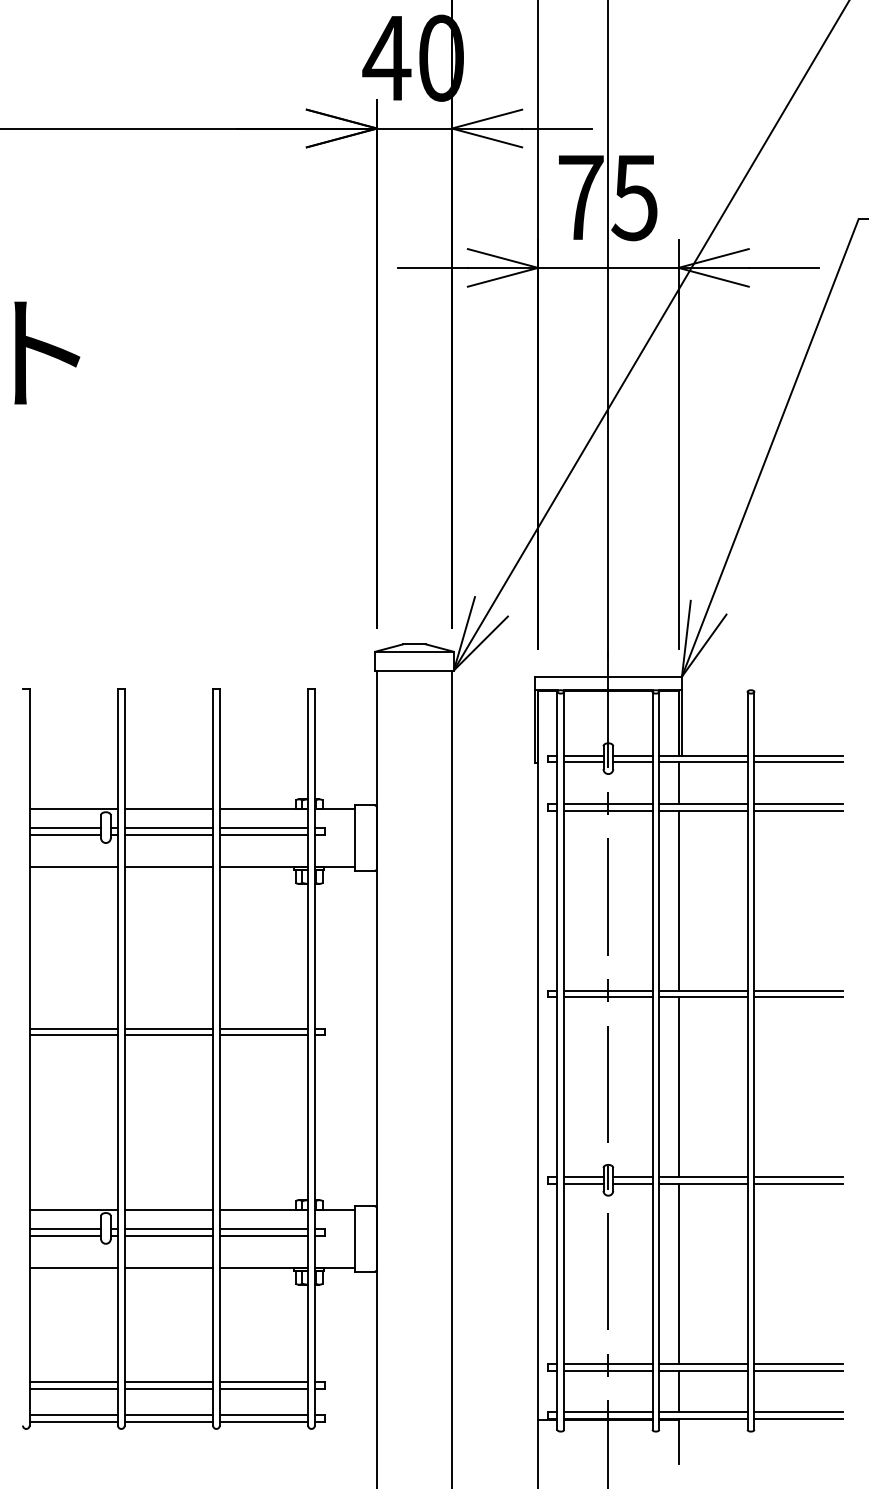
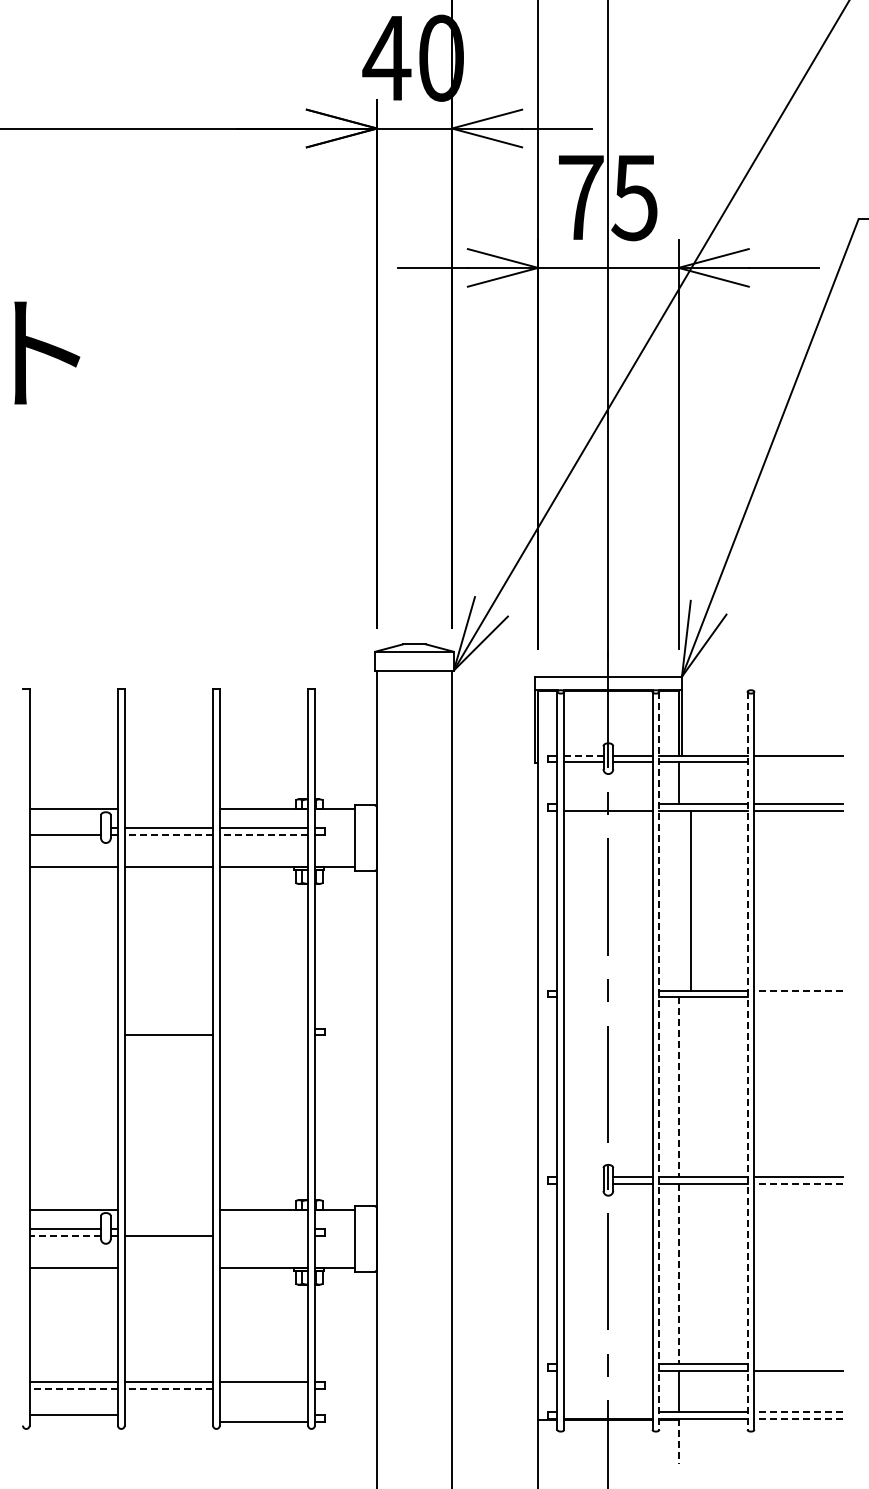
line at (583, 755): solid -> dashed
line at (798, 762): present -> none
line at (608, 804): present -> none
line at (168, 809): present -> none
line at (65, 828): present -> none
line at (168, 834): solid -> dashed
line at (263, 834): solid -> dashed
line at (678, 900) position: (678, 900) -> (690, 900)
line at (608, 990): present -> none
line at (798, 990): solid -> dashed
line at (608, 997): present -> none
line at (798, 997): present -> none
line at (73, 1028): present -> none
line at (168, 1028): present -> none
line at (263, 1028): present -> none
line at (73, 1035): present -> none
line at (263, 1035): present -> none
line at (659, 1060): solid -> dashed
line at (747, 1060): solid -> dashed
line at (678, 1087): solid -> dashed
line at (583, 1177): present -> none
line at (583, 1183): present -> none
line at (798, 1183): solid -> dashed
line at (168, 1209): present -> none
line at (168, 1228): present -> none
line at (263, 1228): present -> none
line at (65, 1235): solid -> dashed
line at (263, 1235): present -> none
line at (168, 1267): present -> none
line at (678, 1273): solid -> dashed
line at (608, 1363): present -> none
line at (798, 1363): present -> none
line at (608, 1370): present -> none
line at (73, 1389): solid -> dashed
line at (168, 1389): solid -> dashed
line at (263, 1389): present -> none
line at (608, 1412): present -> none
line at (798, 1412): solid -> dashed
line at (168, 1415): present -> none
line at (263, 1415): present -> none
line at (798, 1419): solid -> dashed
line at (73, 1422): present -> none
line at (168, 1422): present -> none
line at (678, 1441): solid -> dashed
